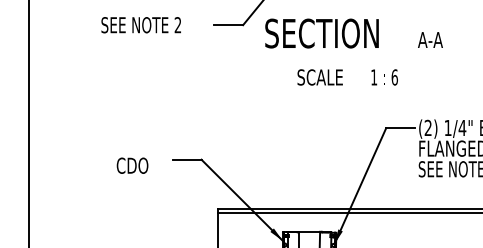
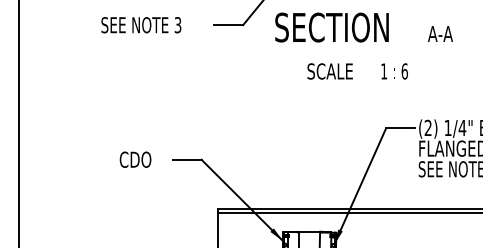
text at (177, 25): 2 -> 3
text at (353, 51) position: (353, 51) -> (363, 45)
line at (28, 123) position: (28, 123) -> (18, 123)
text at (132, 165) position: (132, 165) -> (135, 159)
